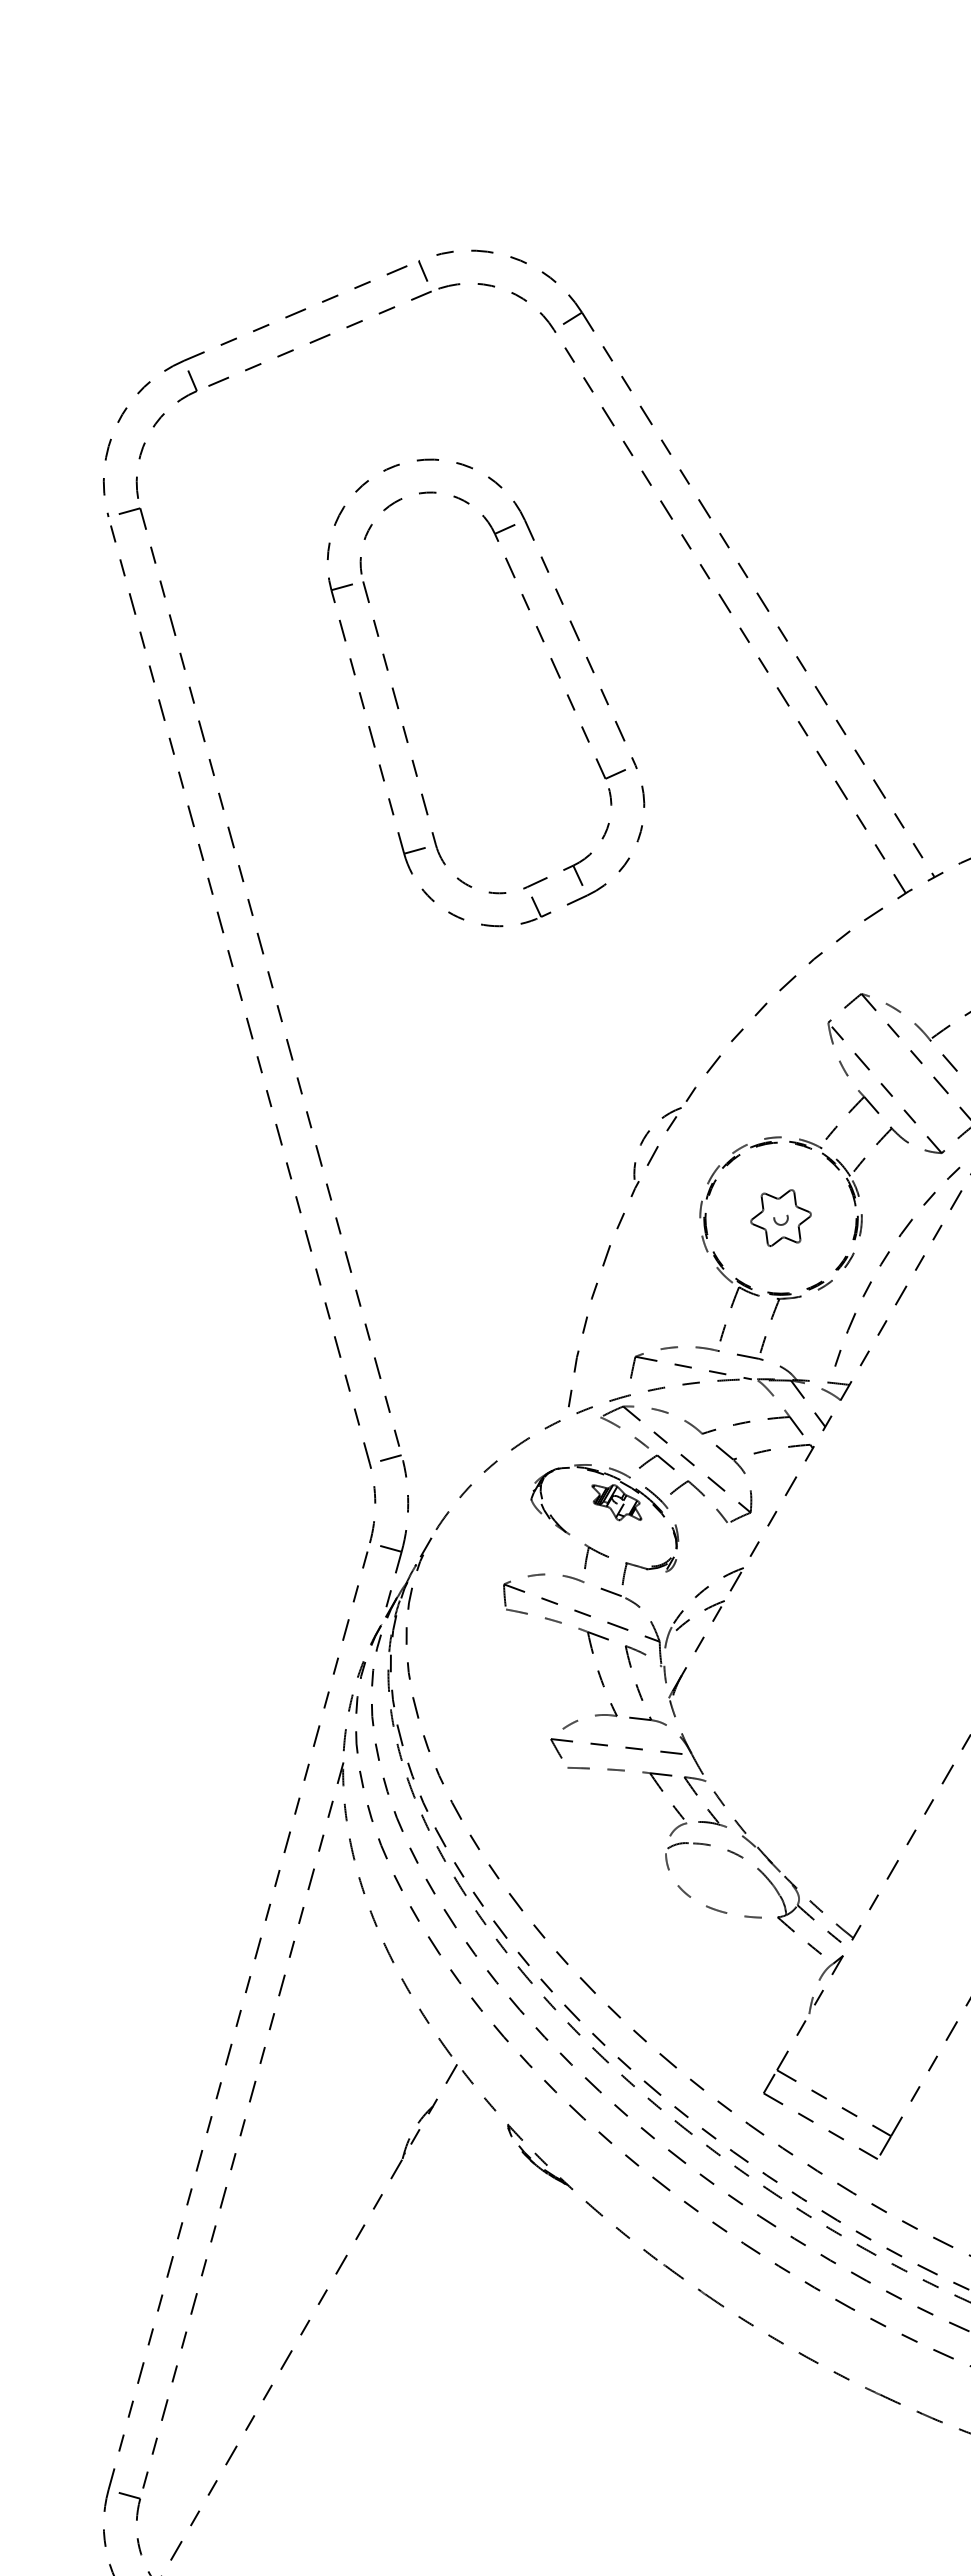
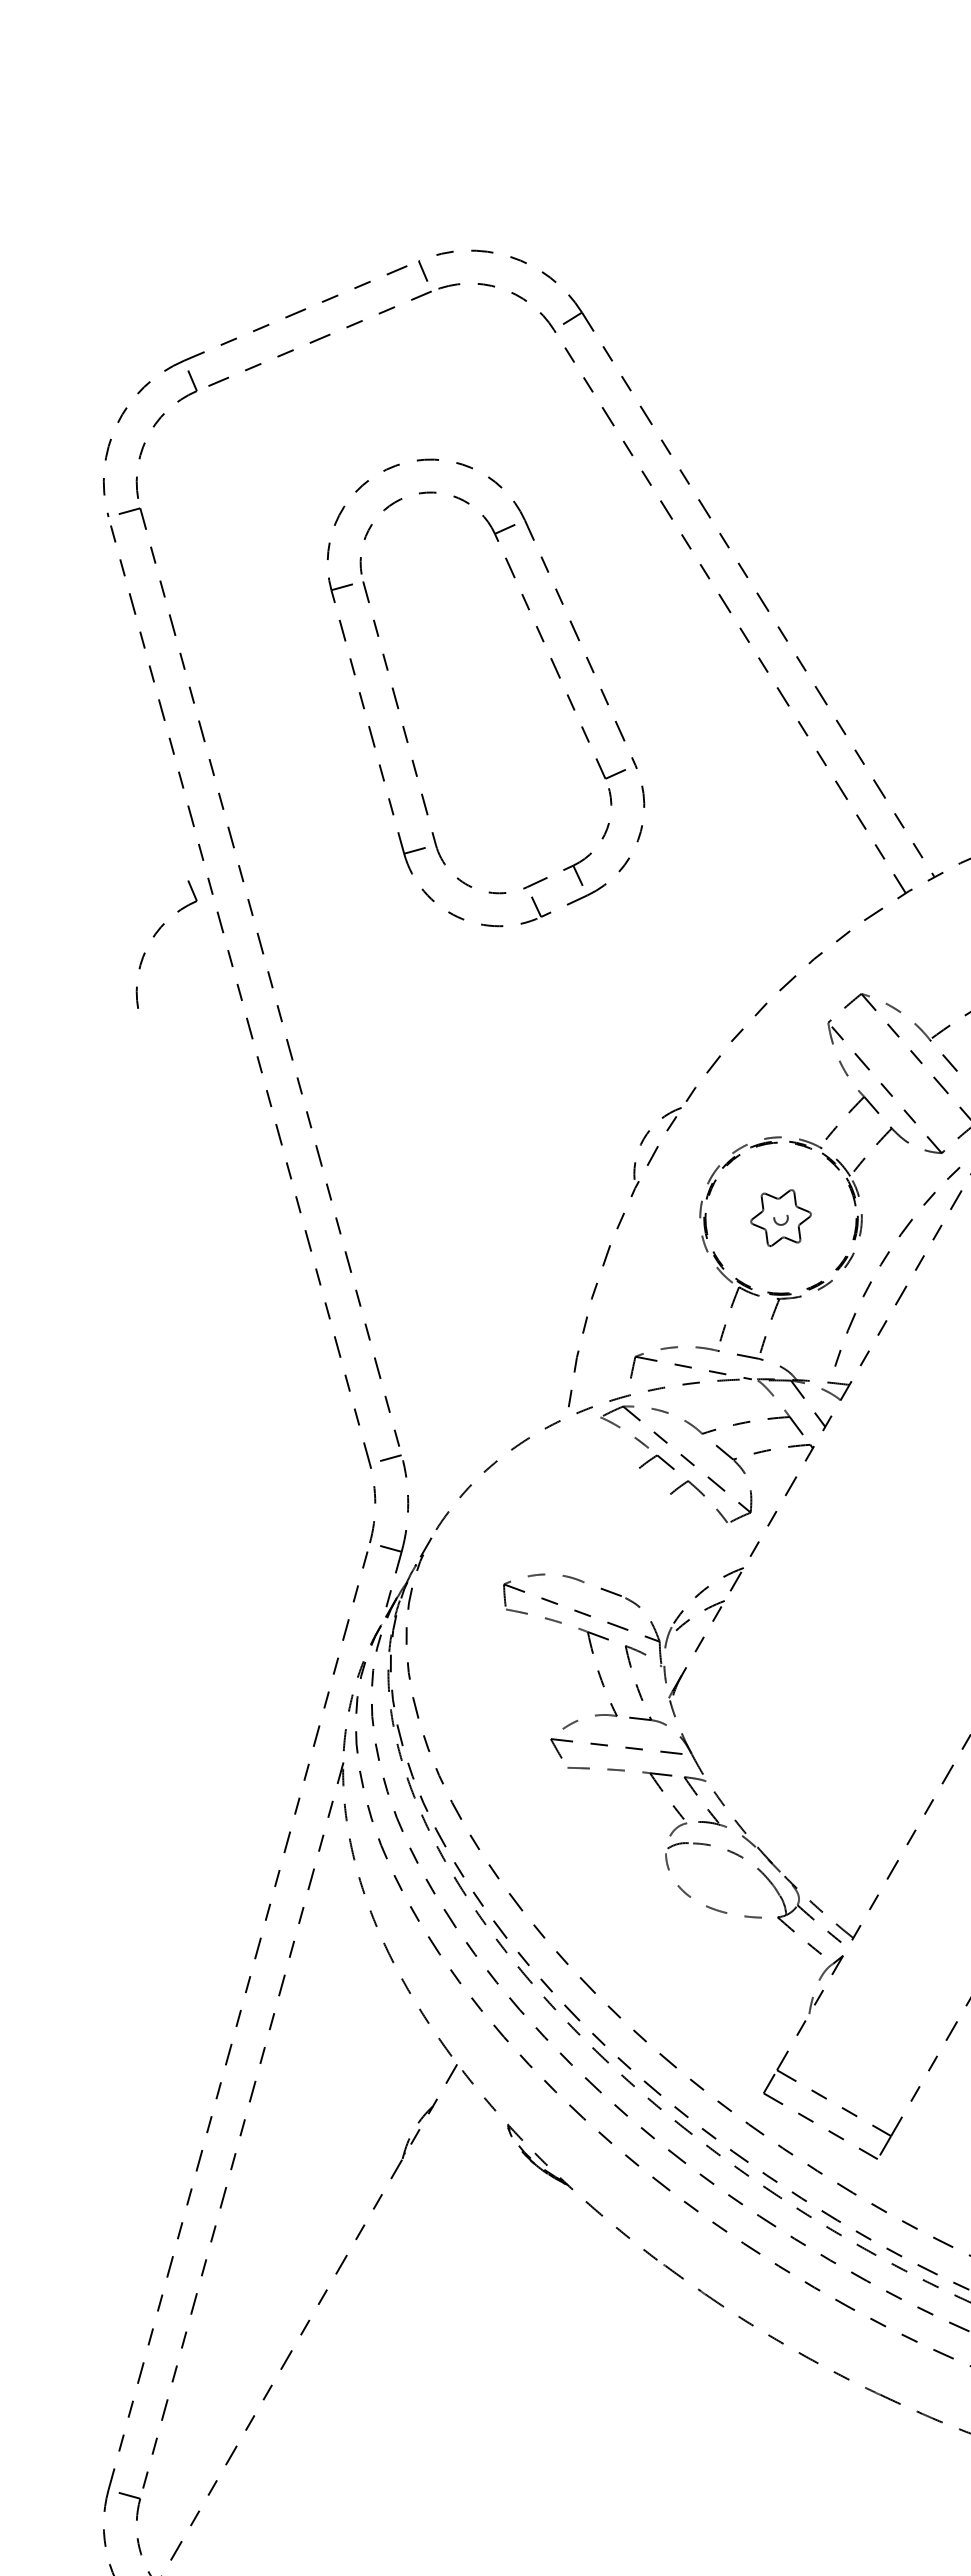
part at (154, 937): none -> present
part at (614, 1517): present -> none
